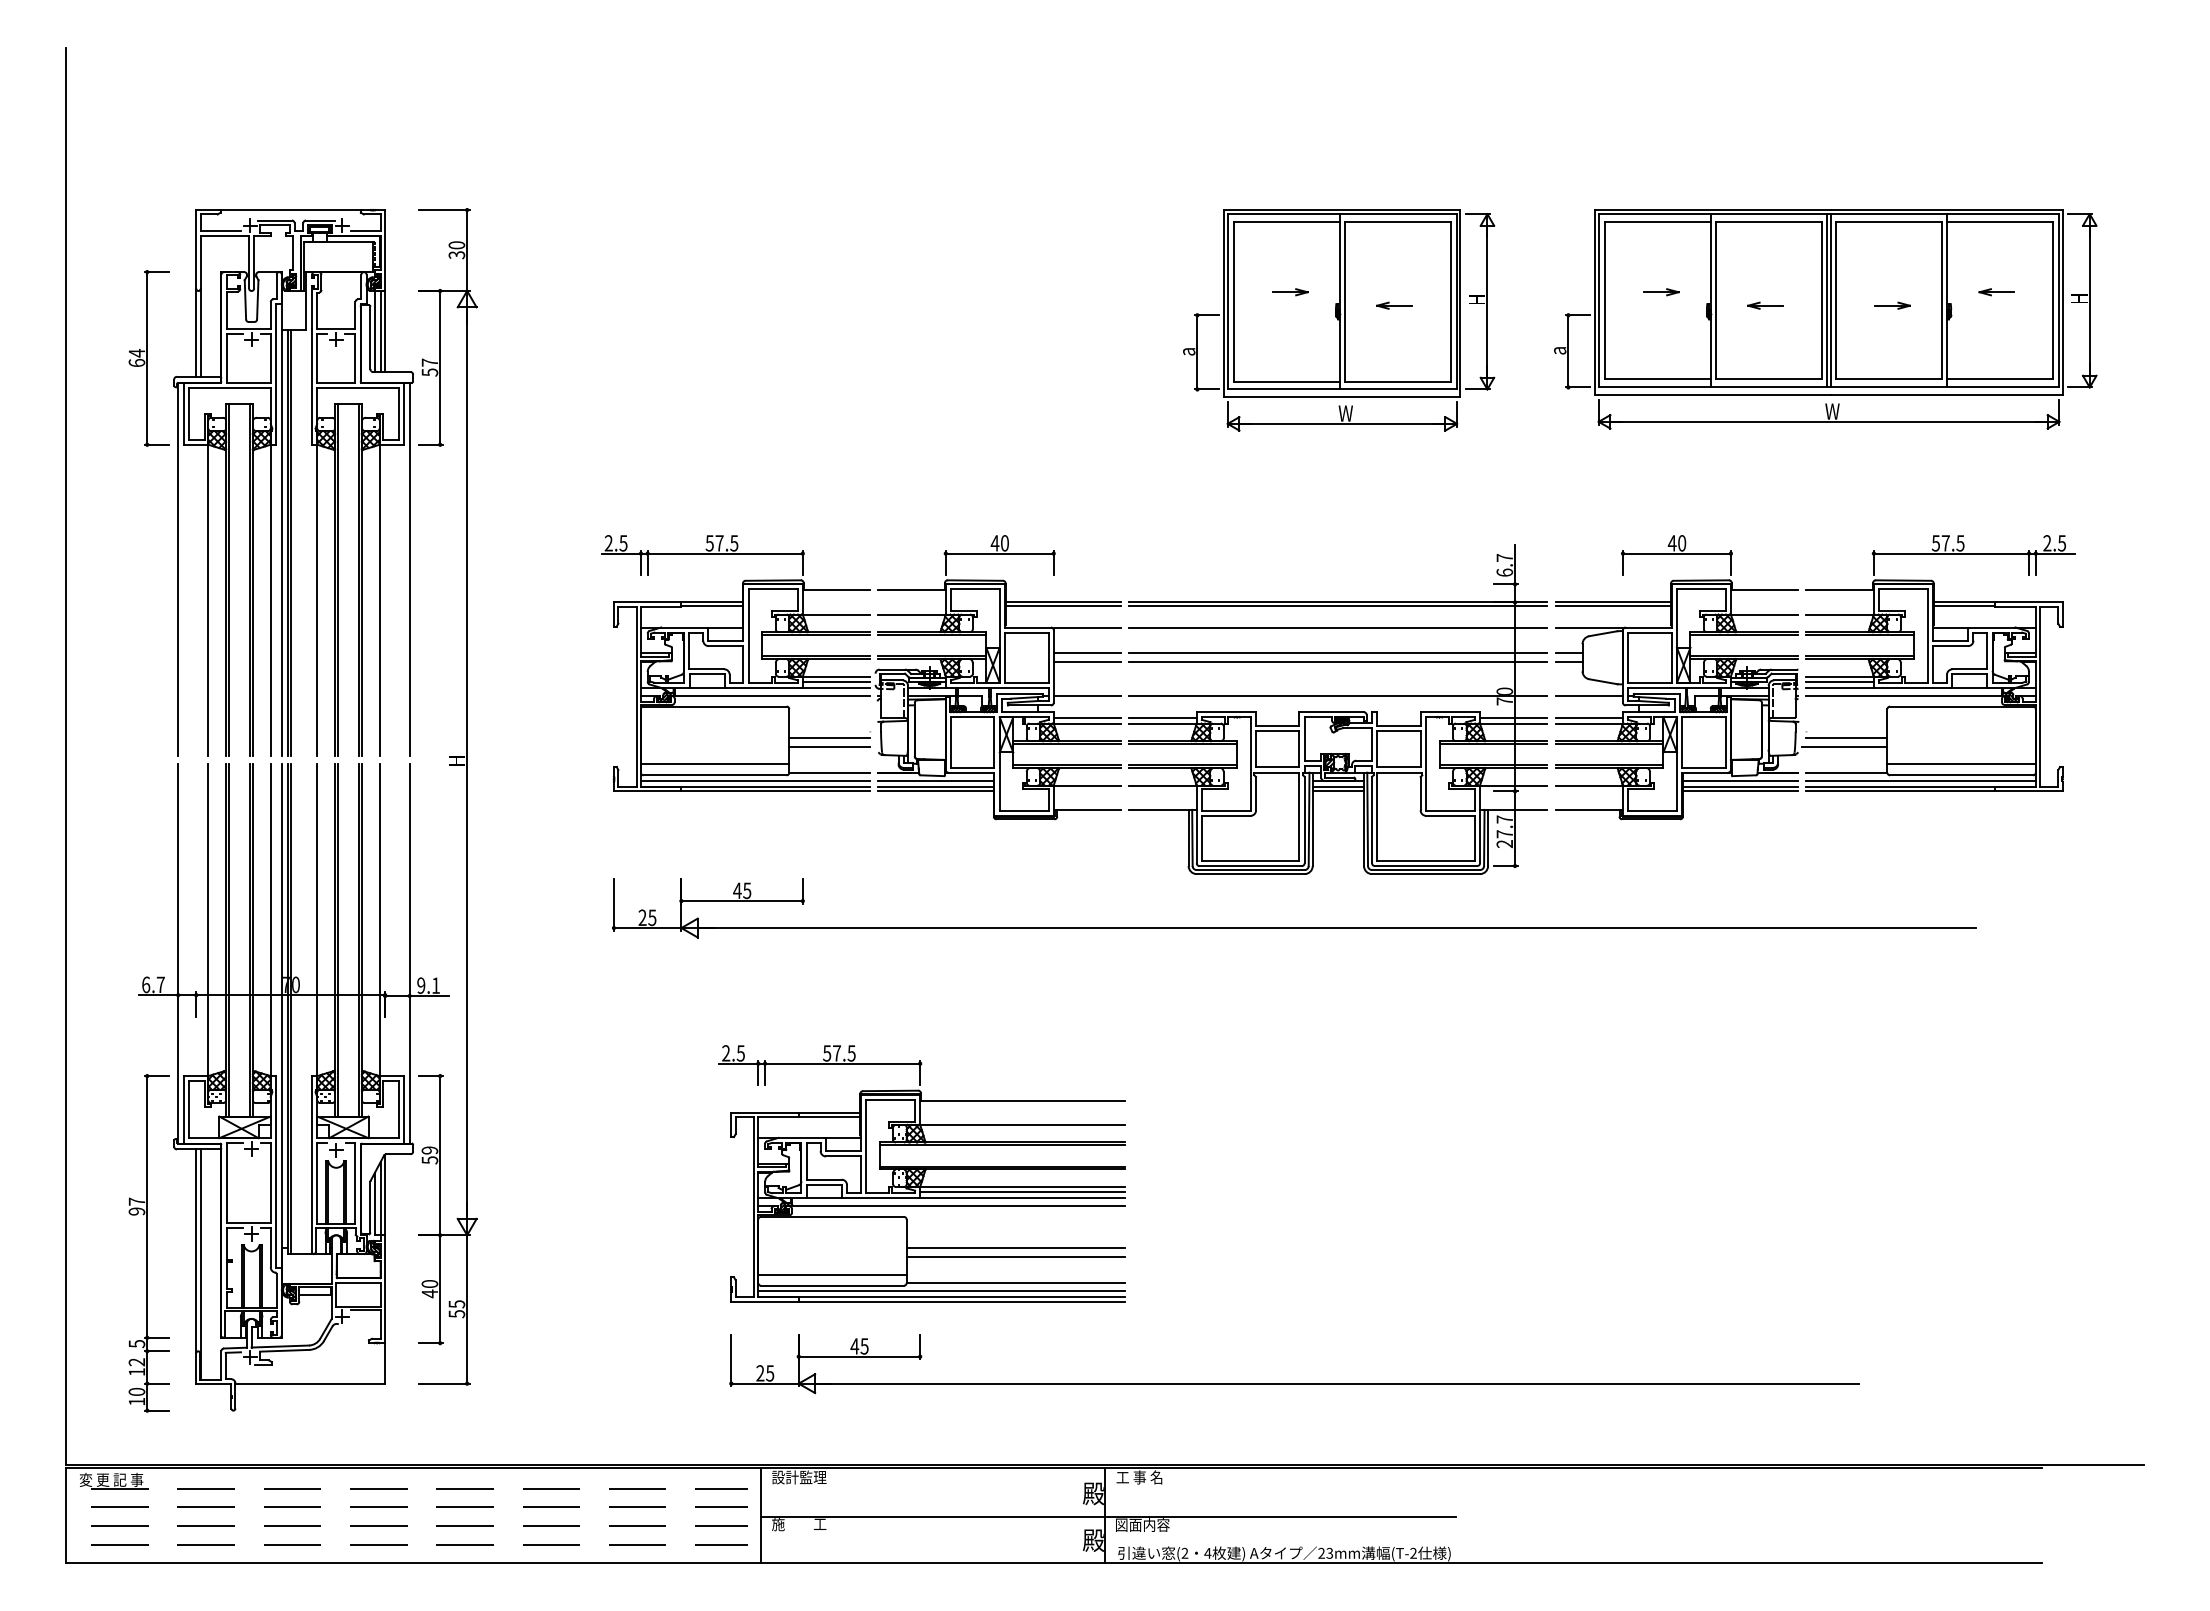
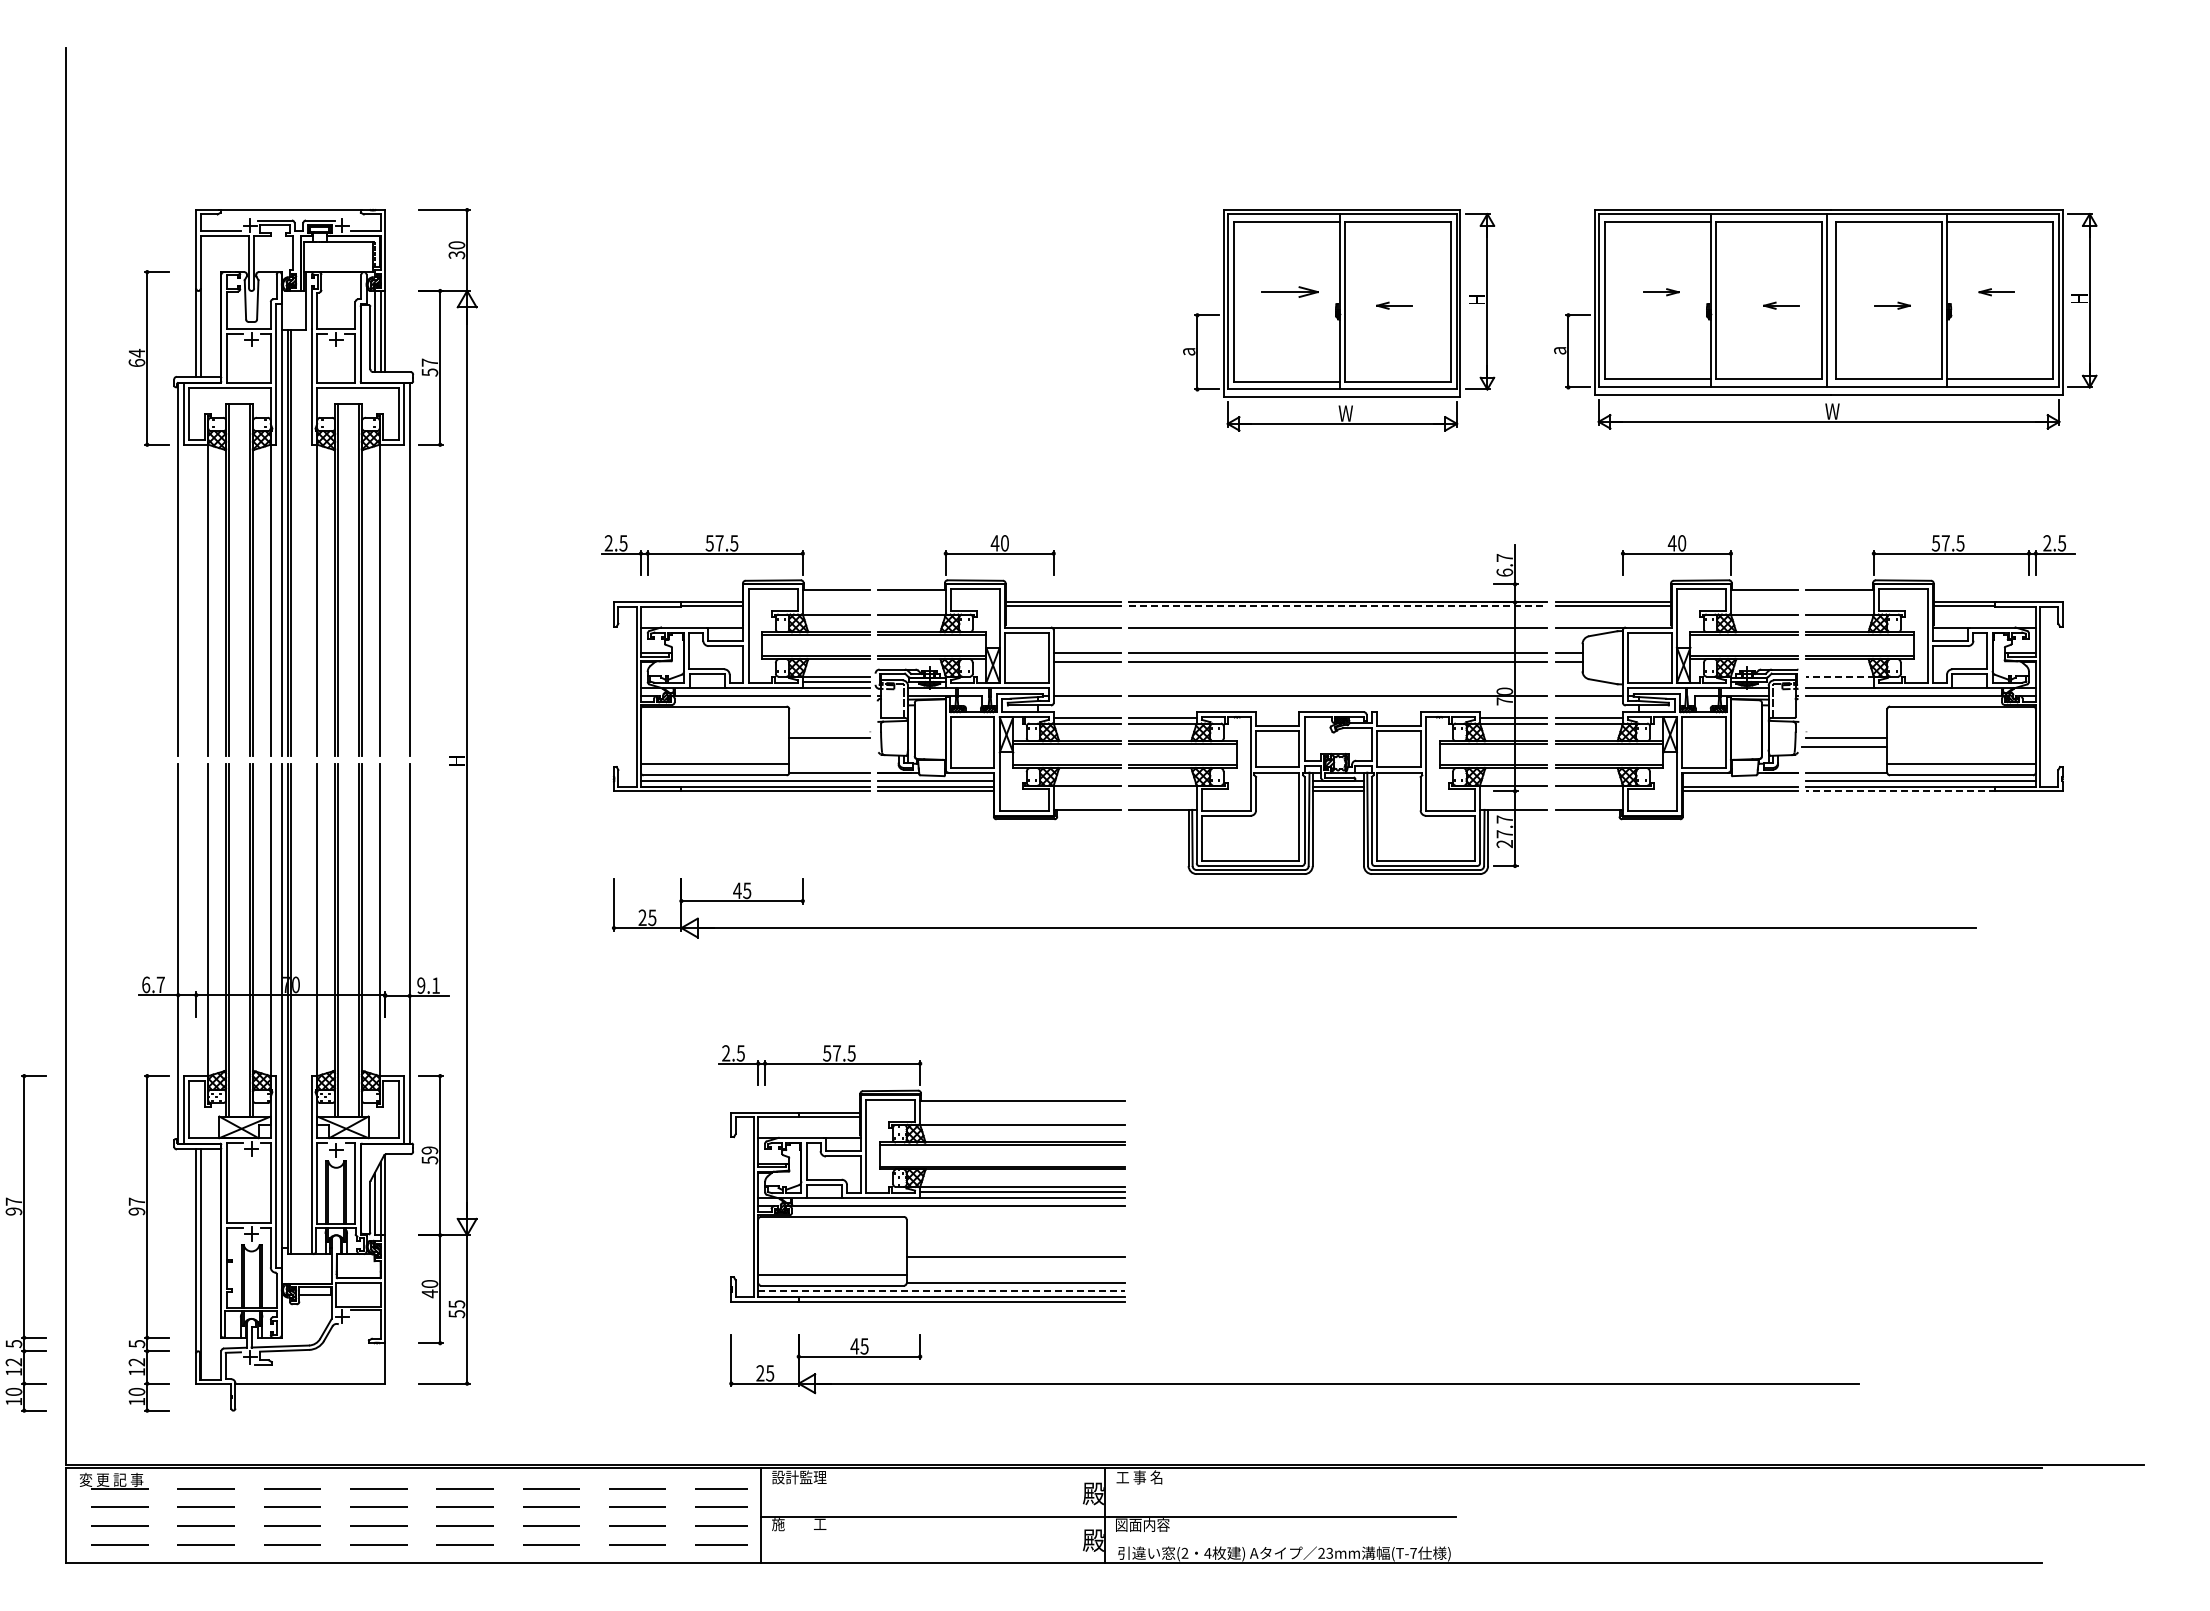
part at (1290, 292) size: 37x9 px -> 58x12 px
line at (1830, 300): present -> none
part at (1765, 305) position: (1765, 305) -> (1781, 305)
line at (1338, 606): solid -> dashed
line at (1840, 676): solid -> dashed
line at (1839, 682): present -> none
line at (829, 747): present -> none
line at (1740, 780): present -> none
line at (1901, 791): solid -> dashed
part at (25, 1243): none -> present
line at (1015, 1248): present -> none
line at (942, 1291): solid -> dashed
text at (1413, 1552): (T-2 -> (T-7
